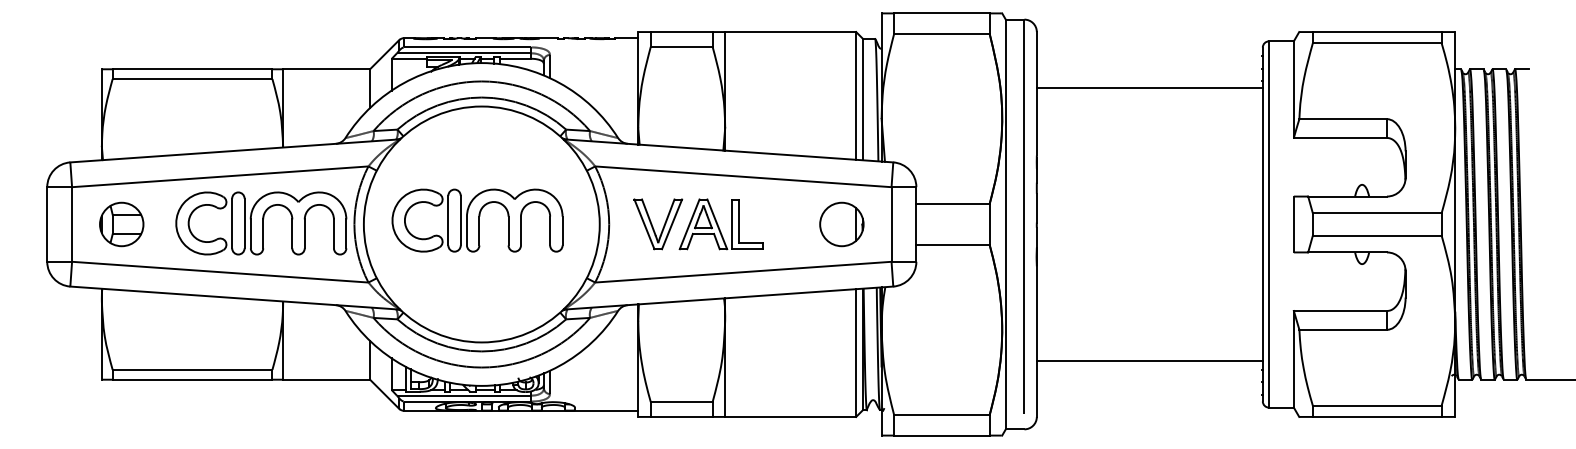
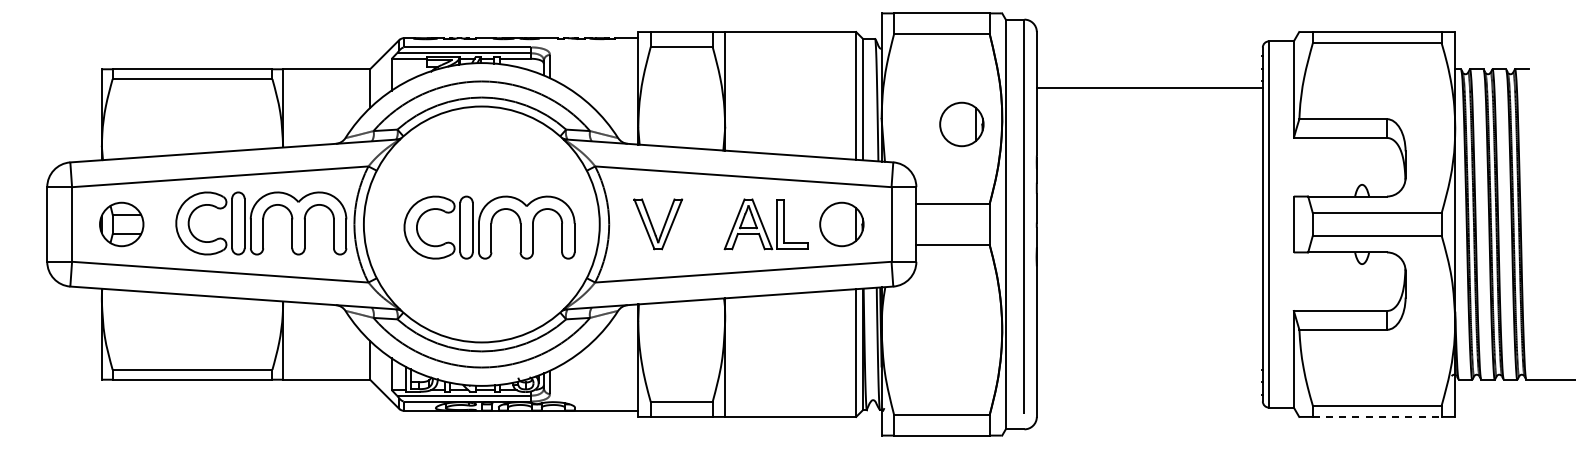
part at (961, 124): none -> present
part at (477, 220) position: (477, 220) -> (489, 227)
part at (720, 224) position: (720, 224) -> (765, 224)
line at (1149, 361): present -> none
line at (1377, 416): solid -> dashed
